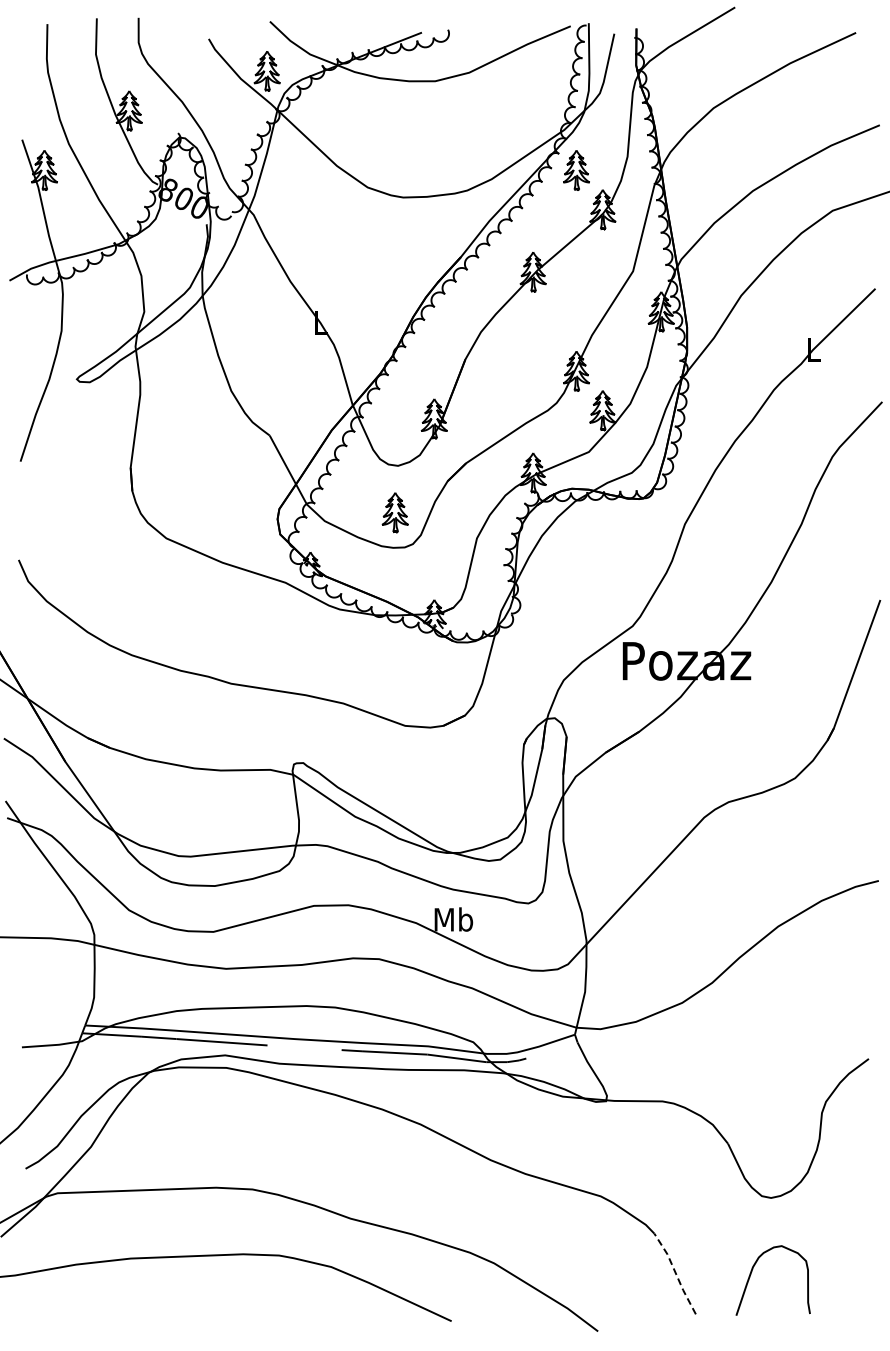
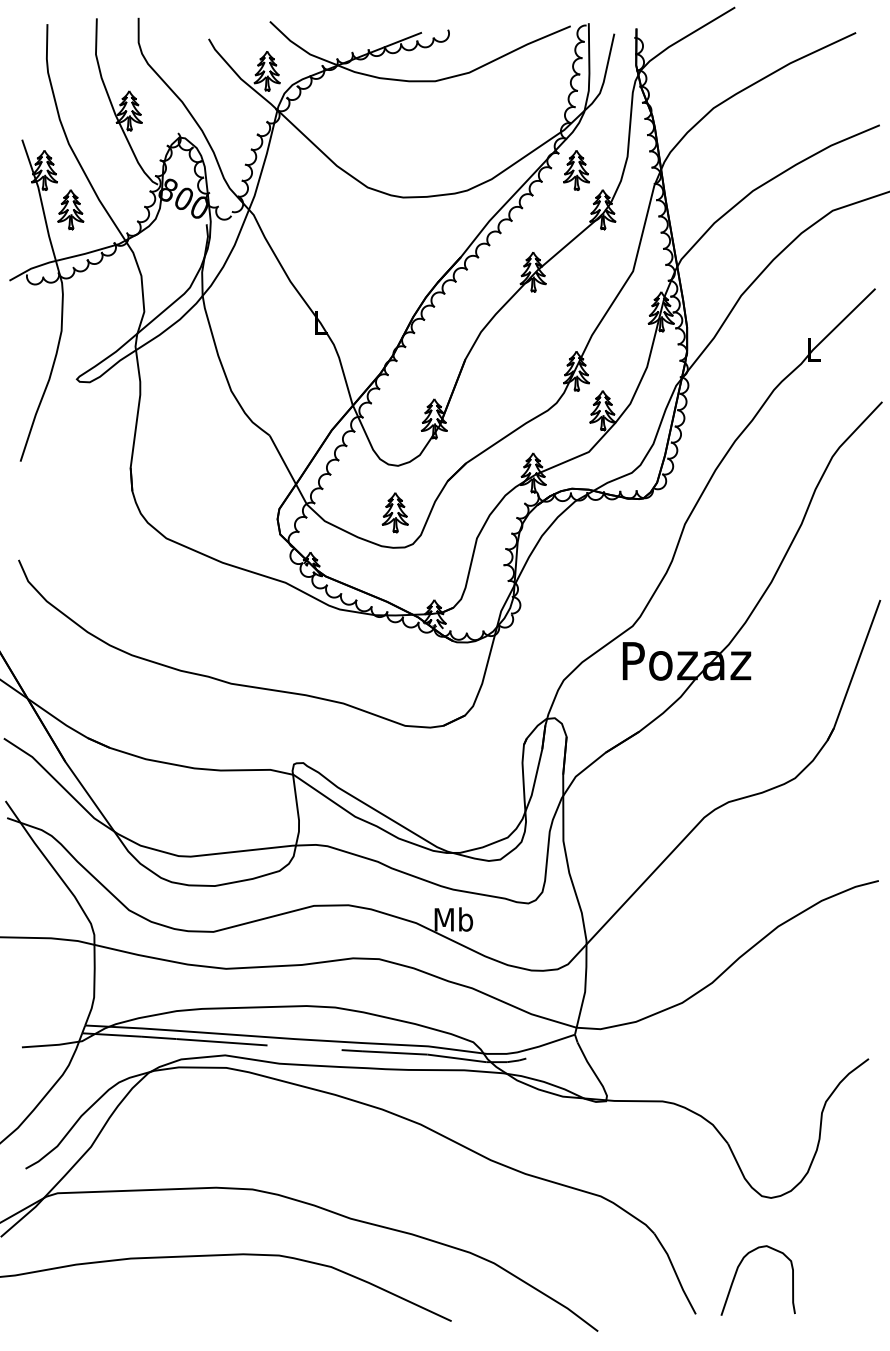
part at (70, 209): none -> present
curve at (752, 1272) position: (752, 1272) -> (737, 1272)
line at (675, 1273): dashed -> solid
